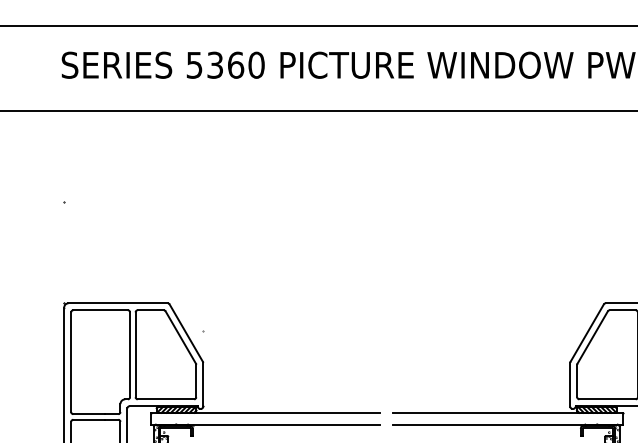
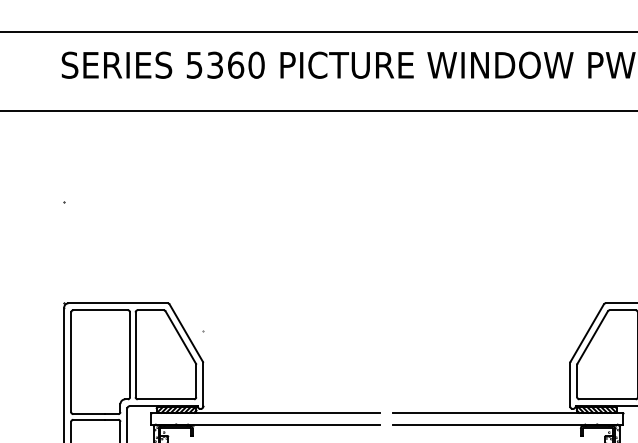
line at (318, 25) position: (318, 25) -> (318, 31)
